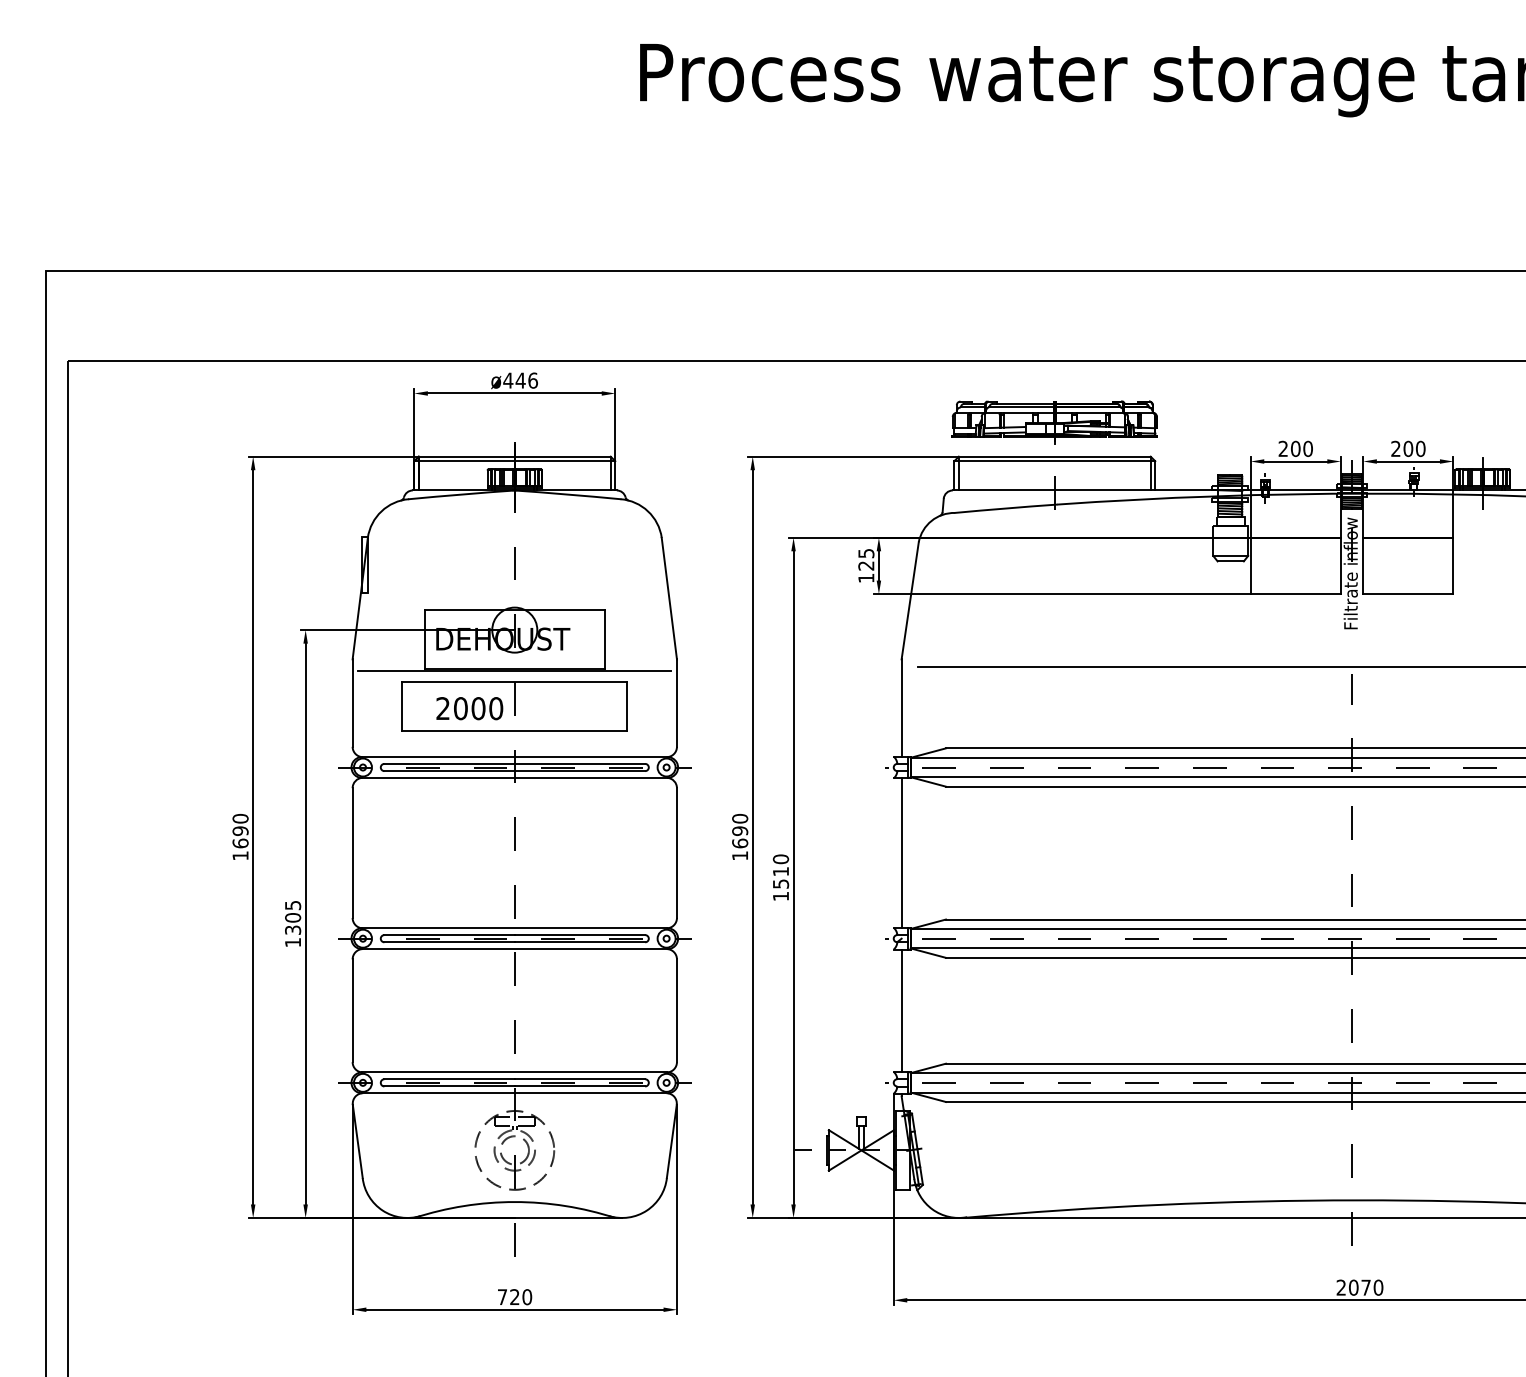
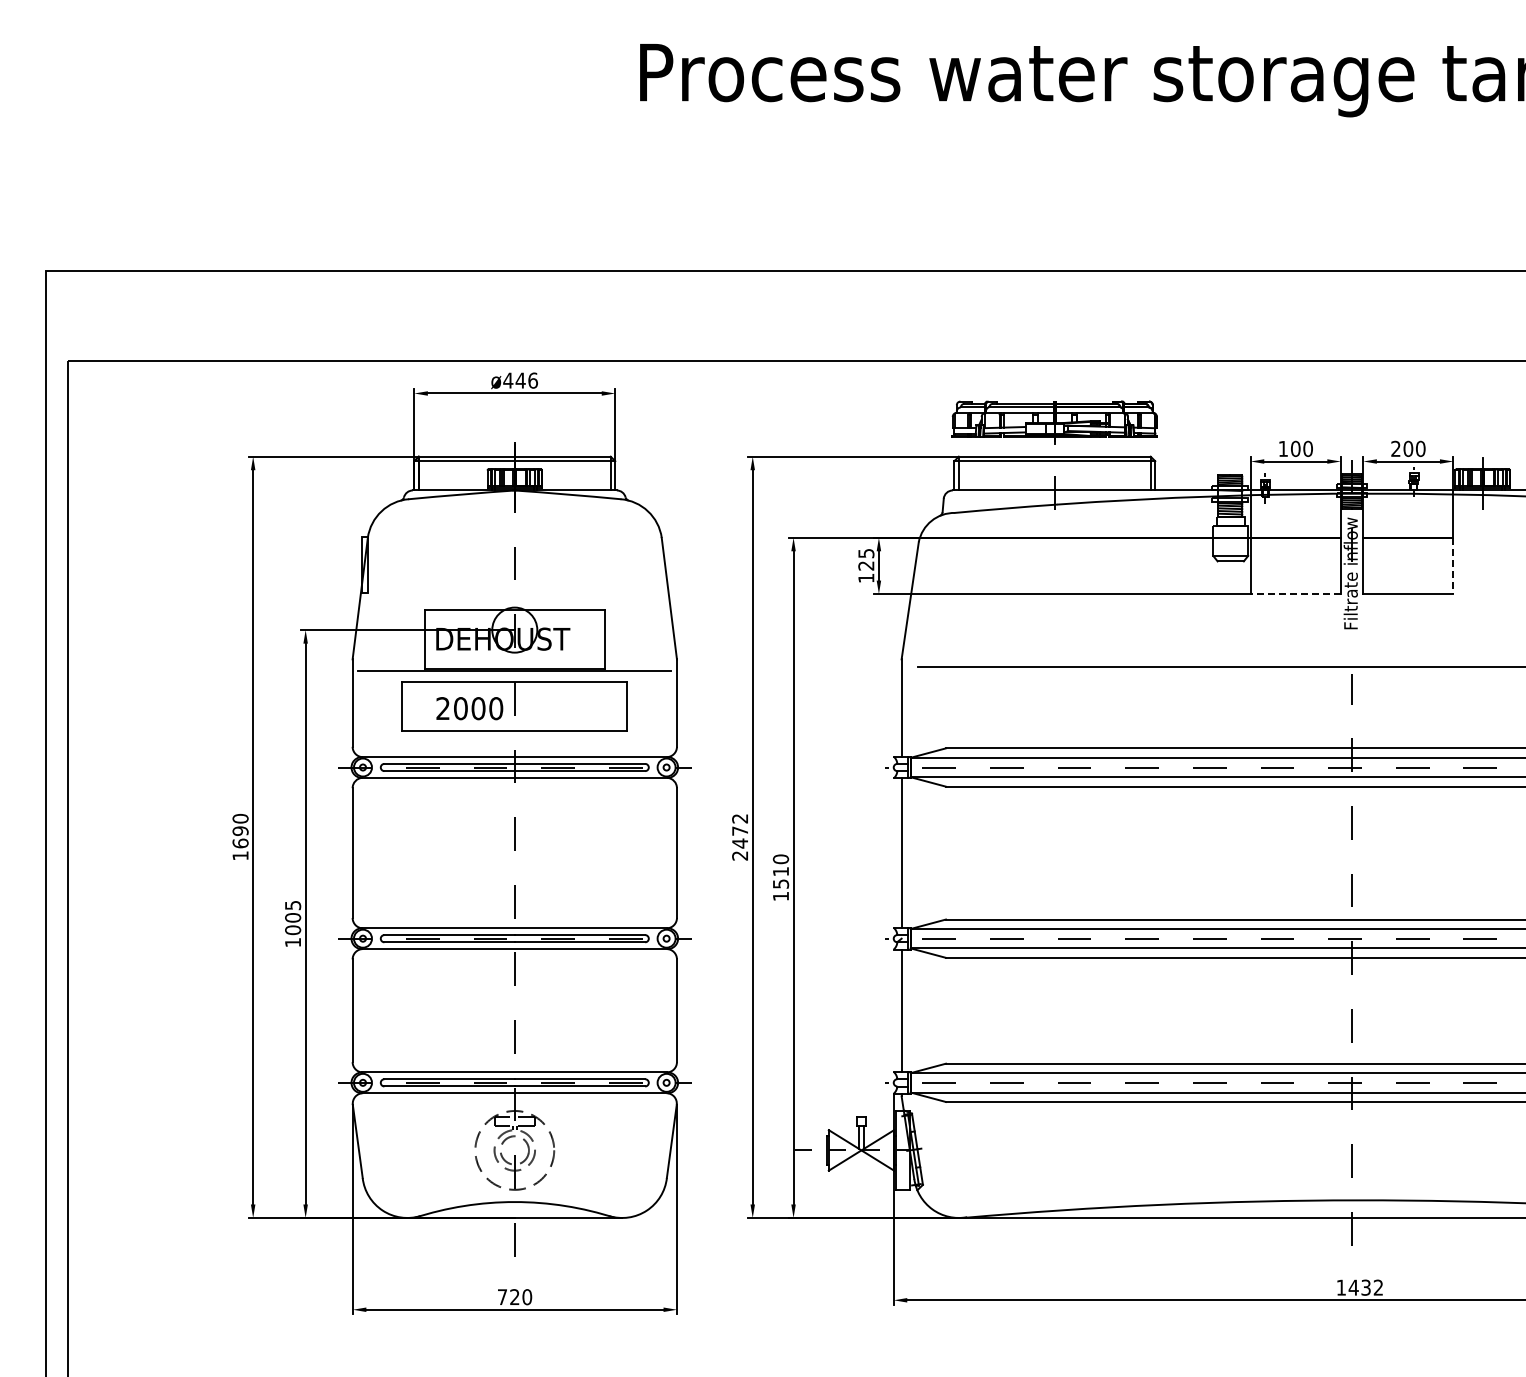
text at (1282, 448): 200 -> 100
line at (1453, 566): solid -> dashed
line at (1295, 594): solid -> dashed
text at (740, 836): 1690 -> 2472
text at (293, 930): 1305 -> 1005
text at (1359, 1287): 2070 -> 1432
